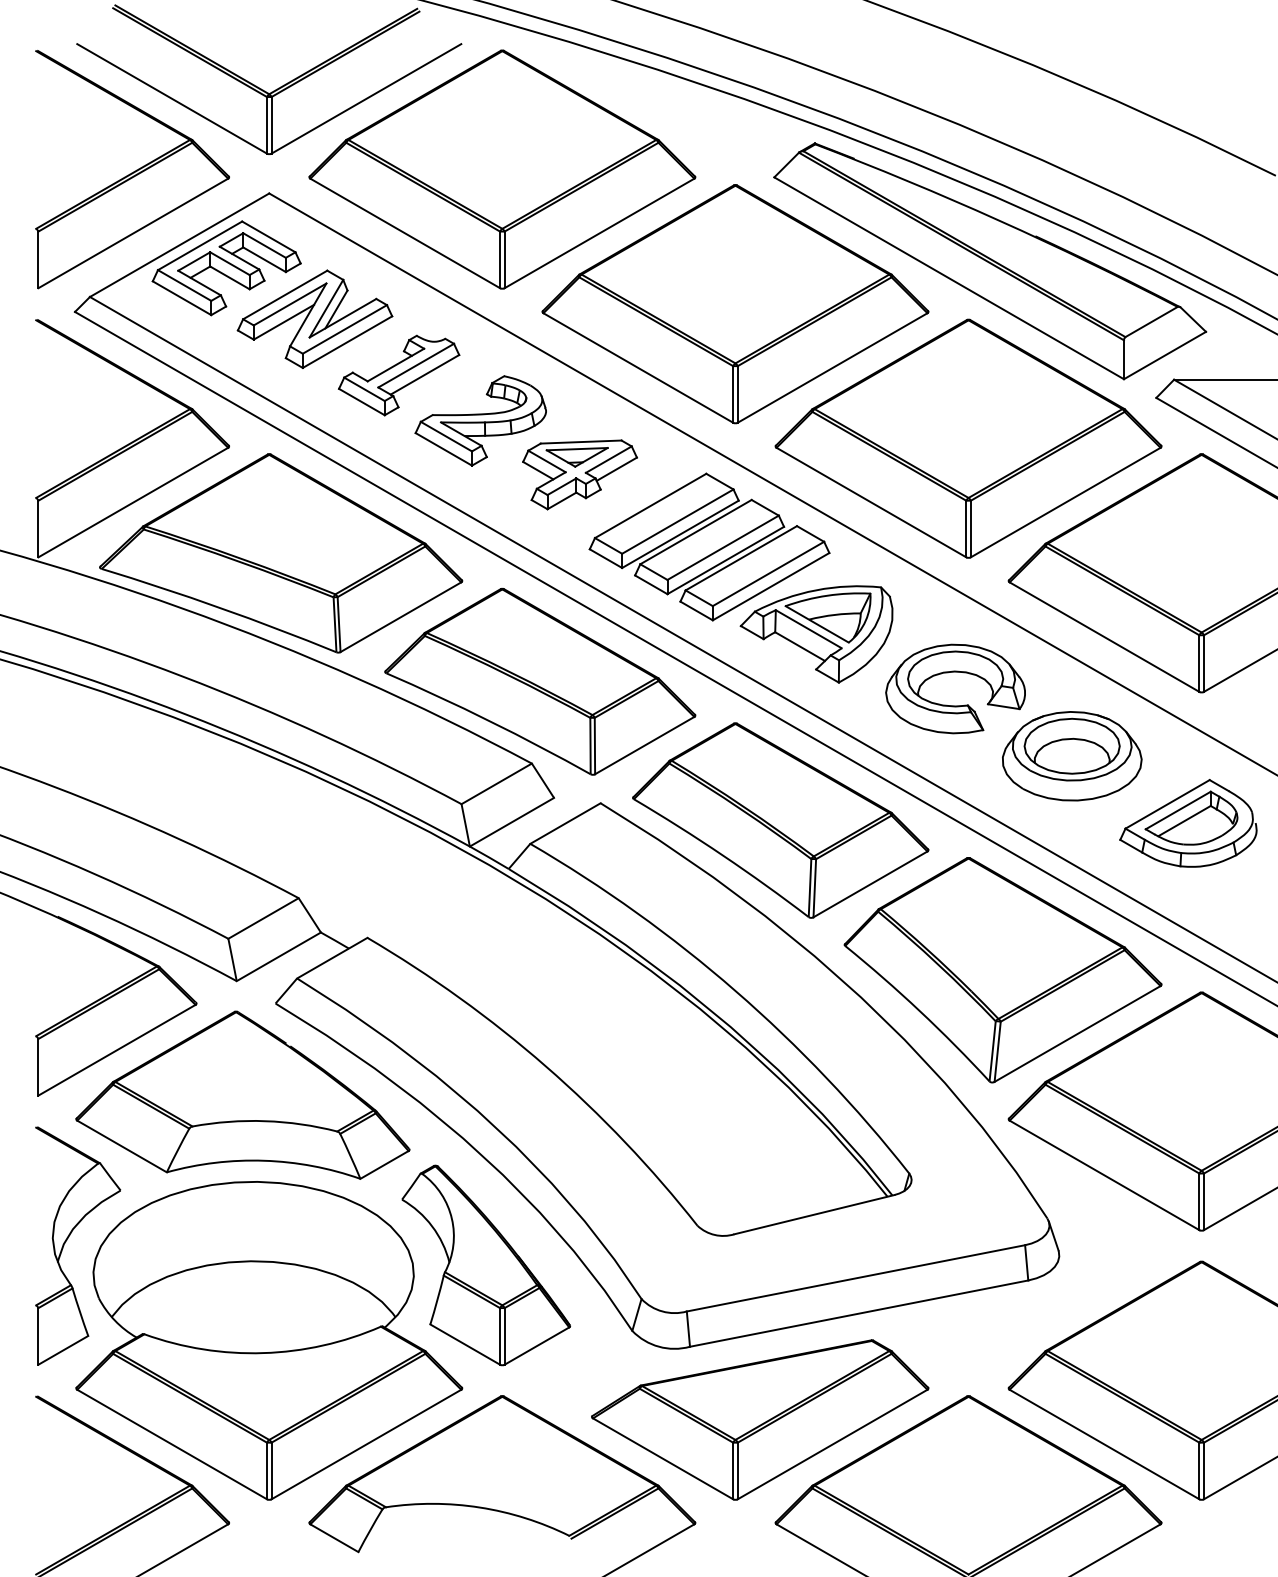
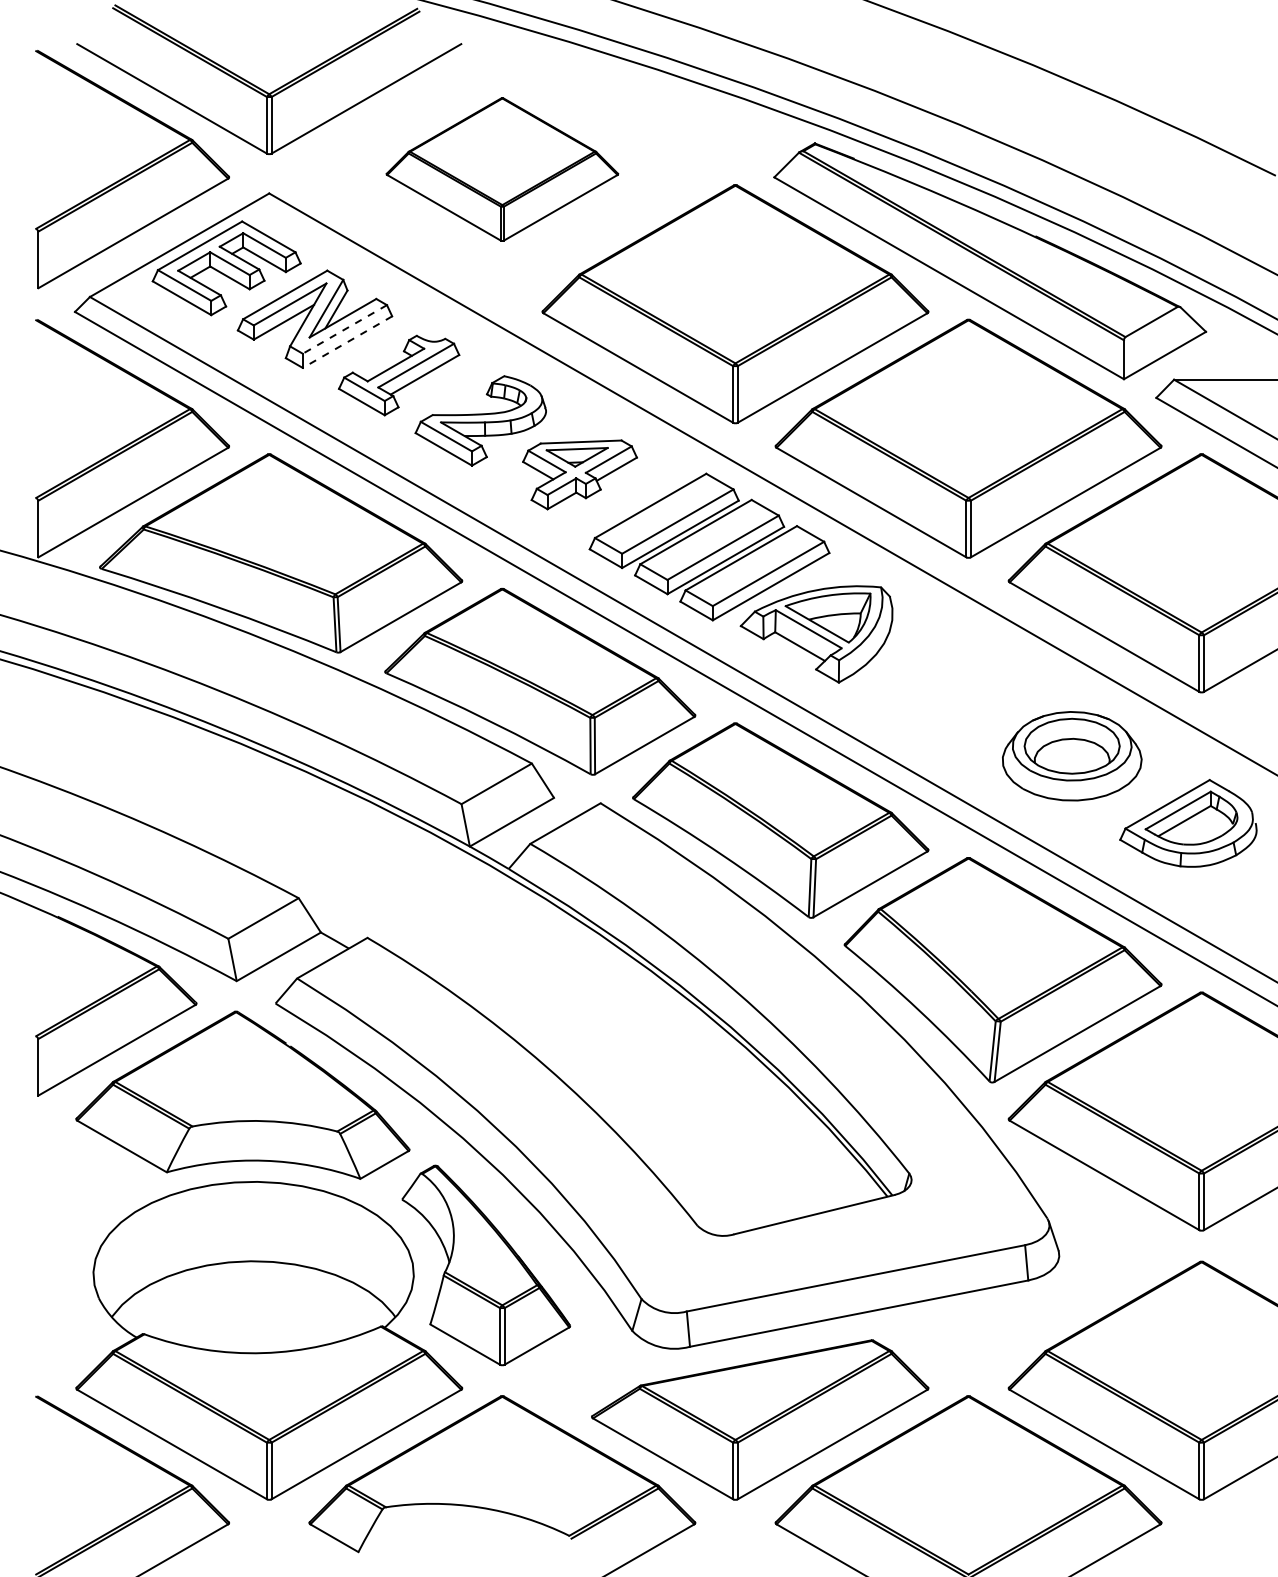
part at (502, 169) size: 389x241 px -> 235x145 px
line at (344, 329): solid -> dashed
line at (347, 342): solid -> dashed
part at (955, 672): present -> none
part at (67, 1240): present -> none
